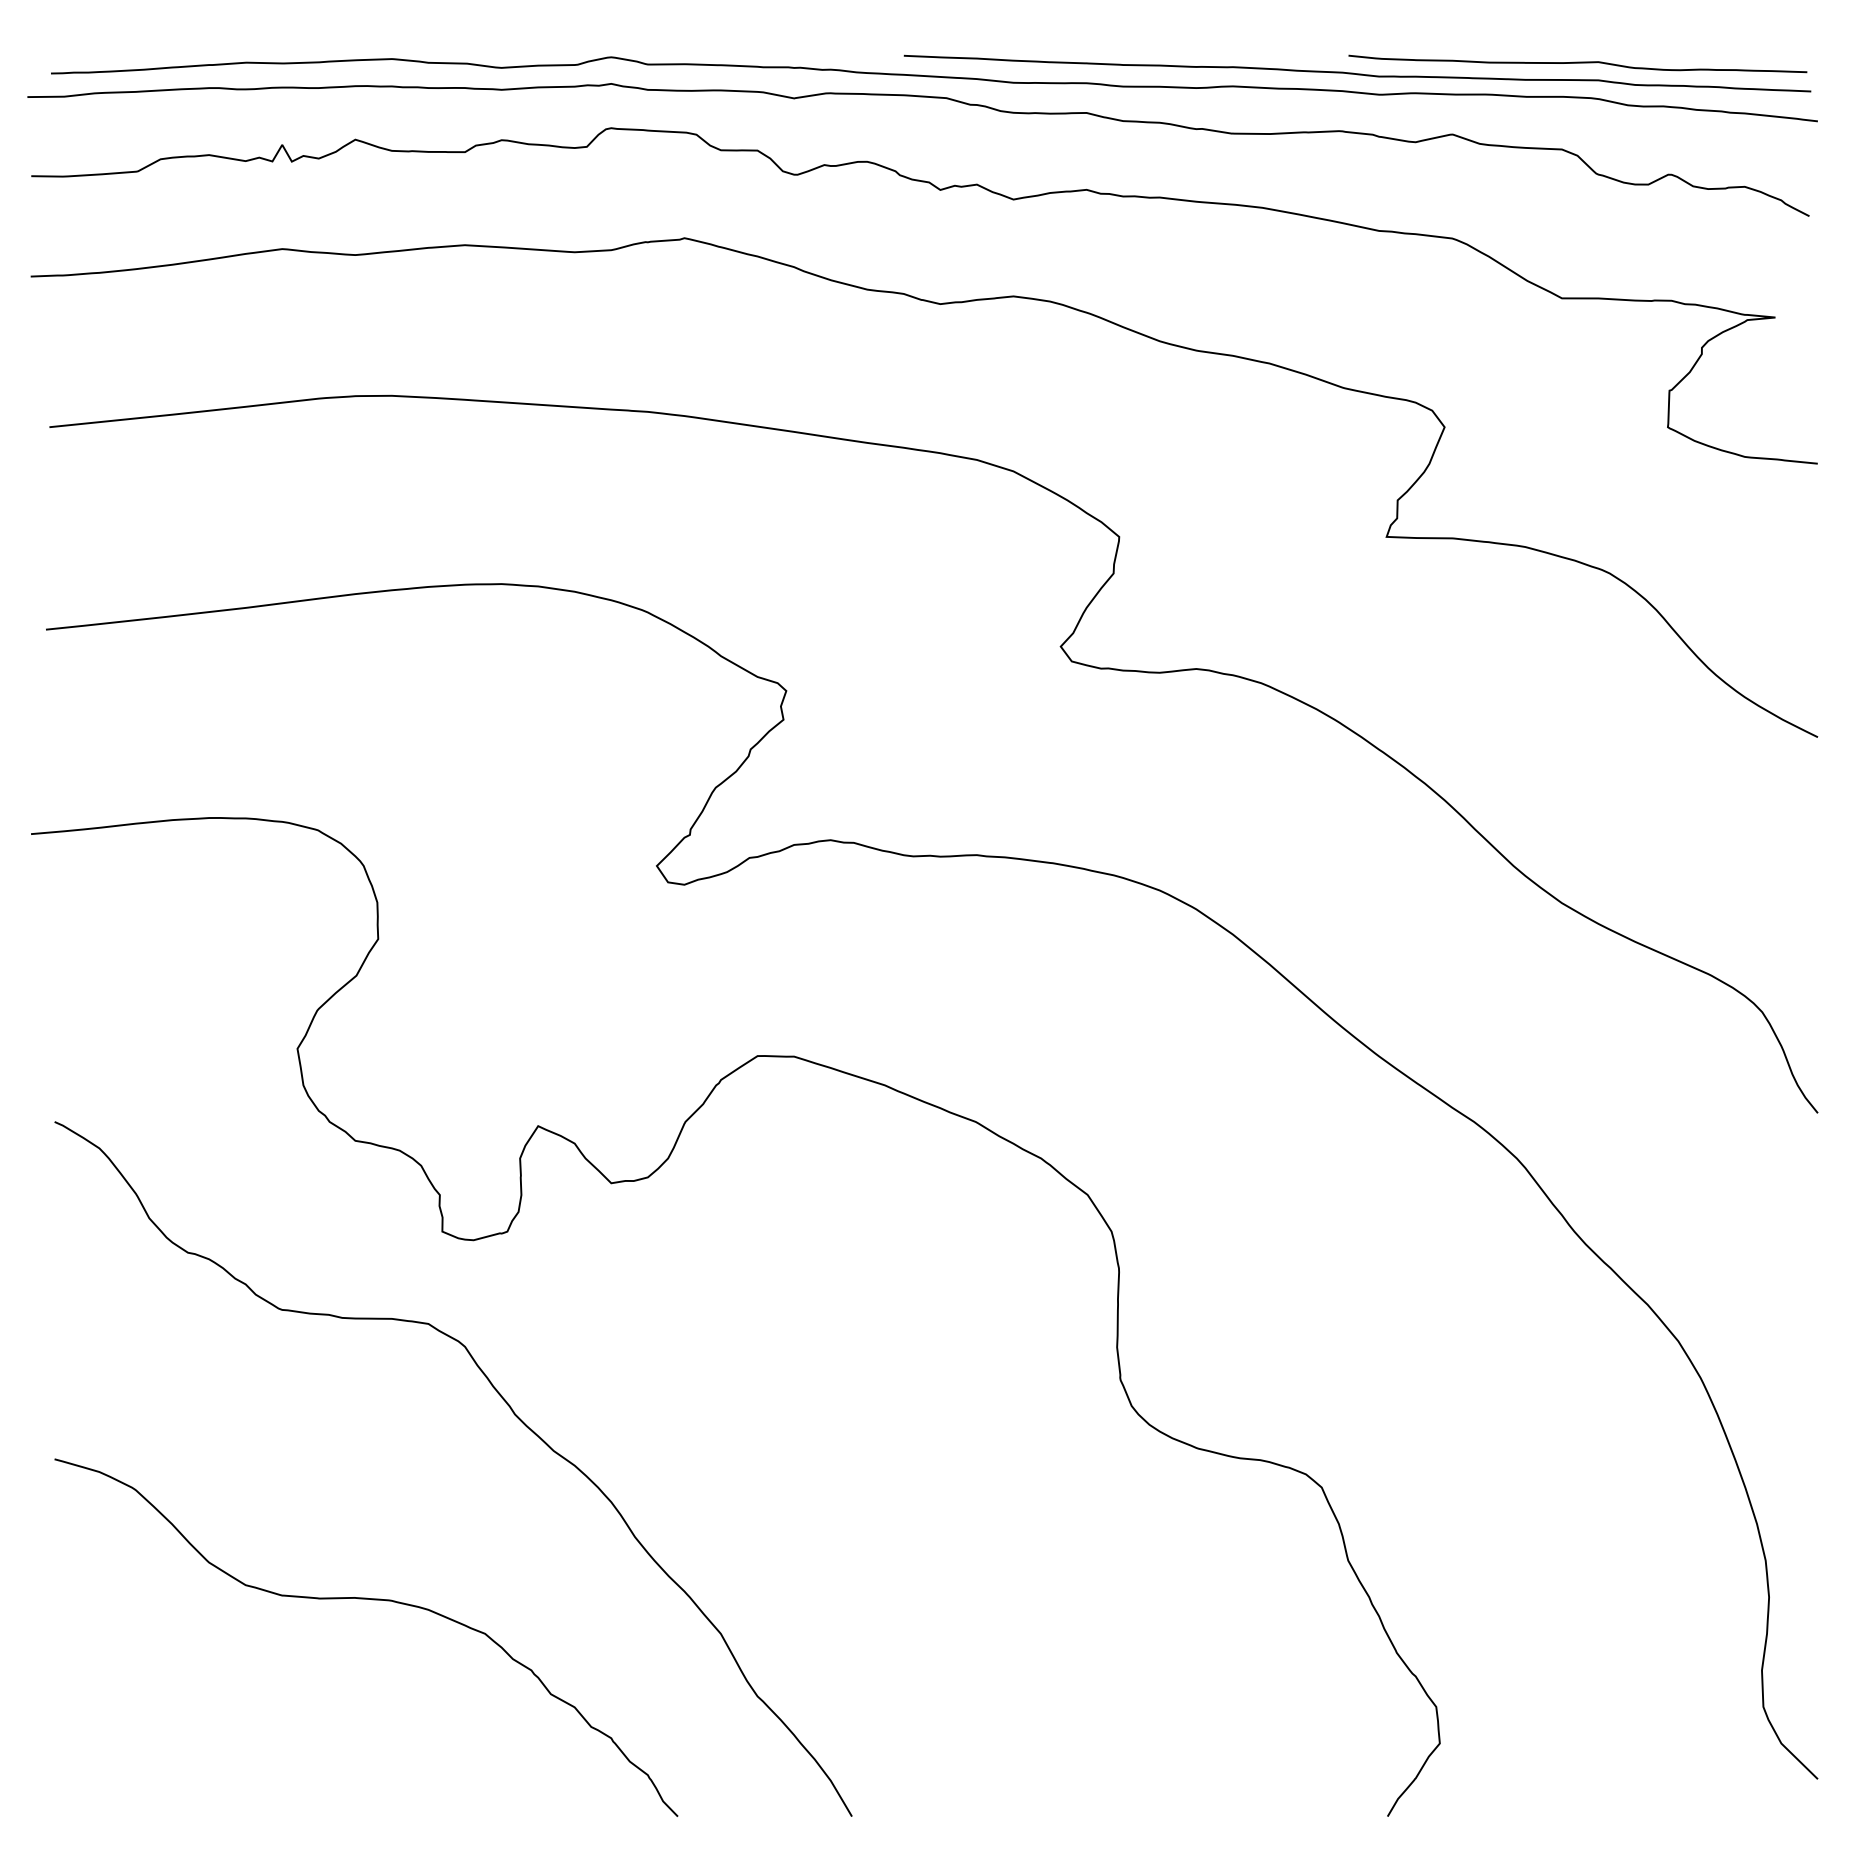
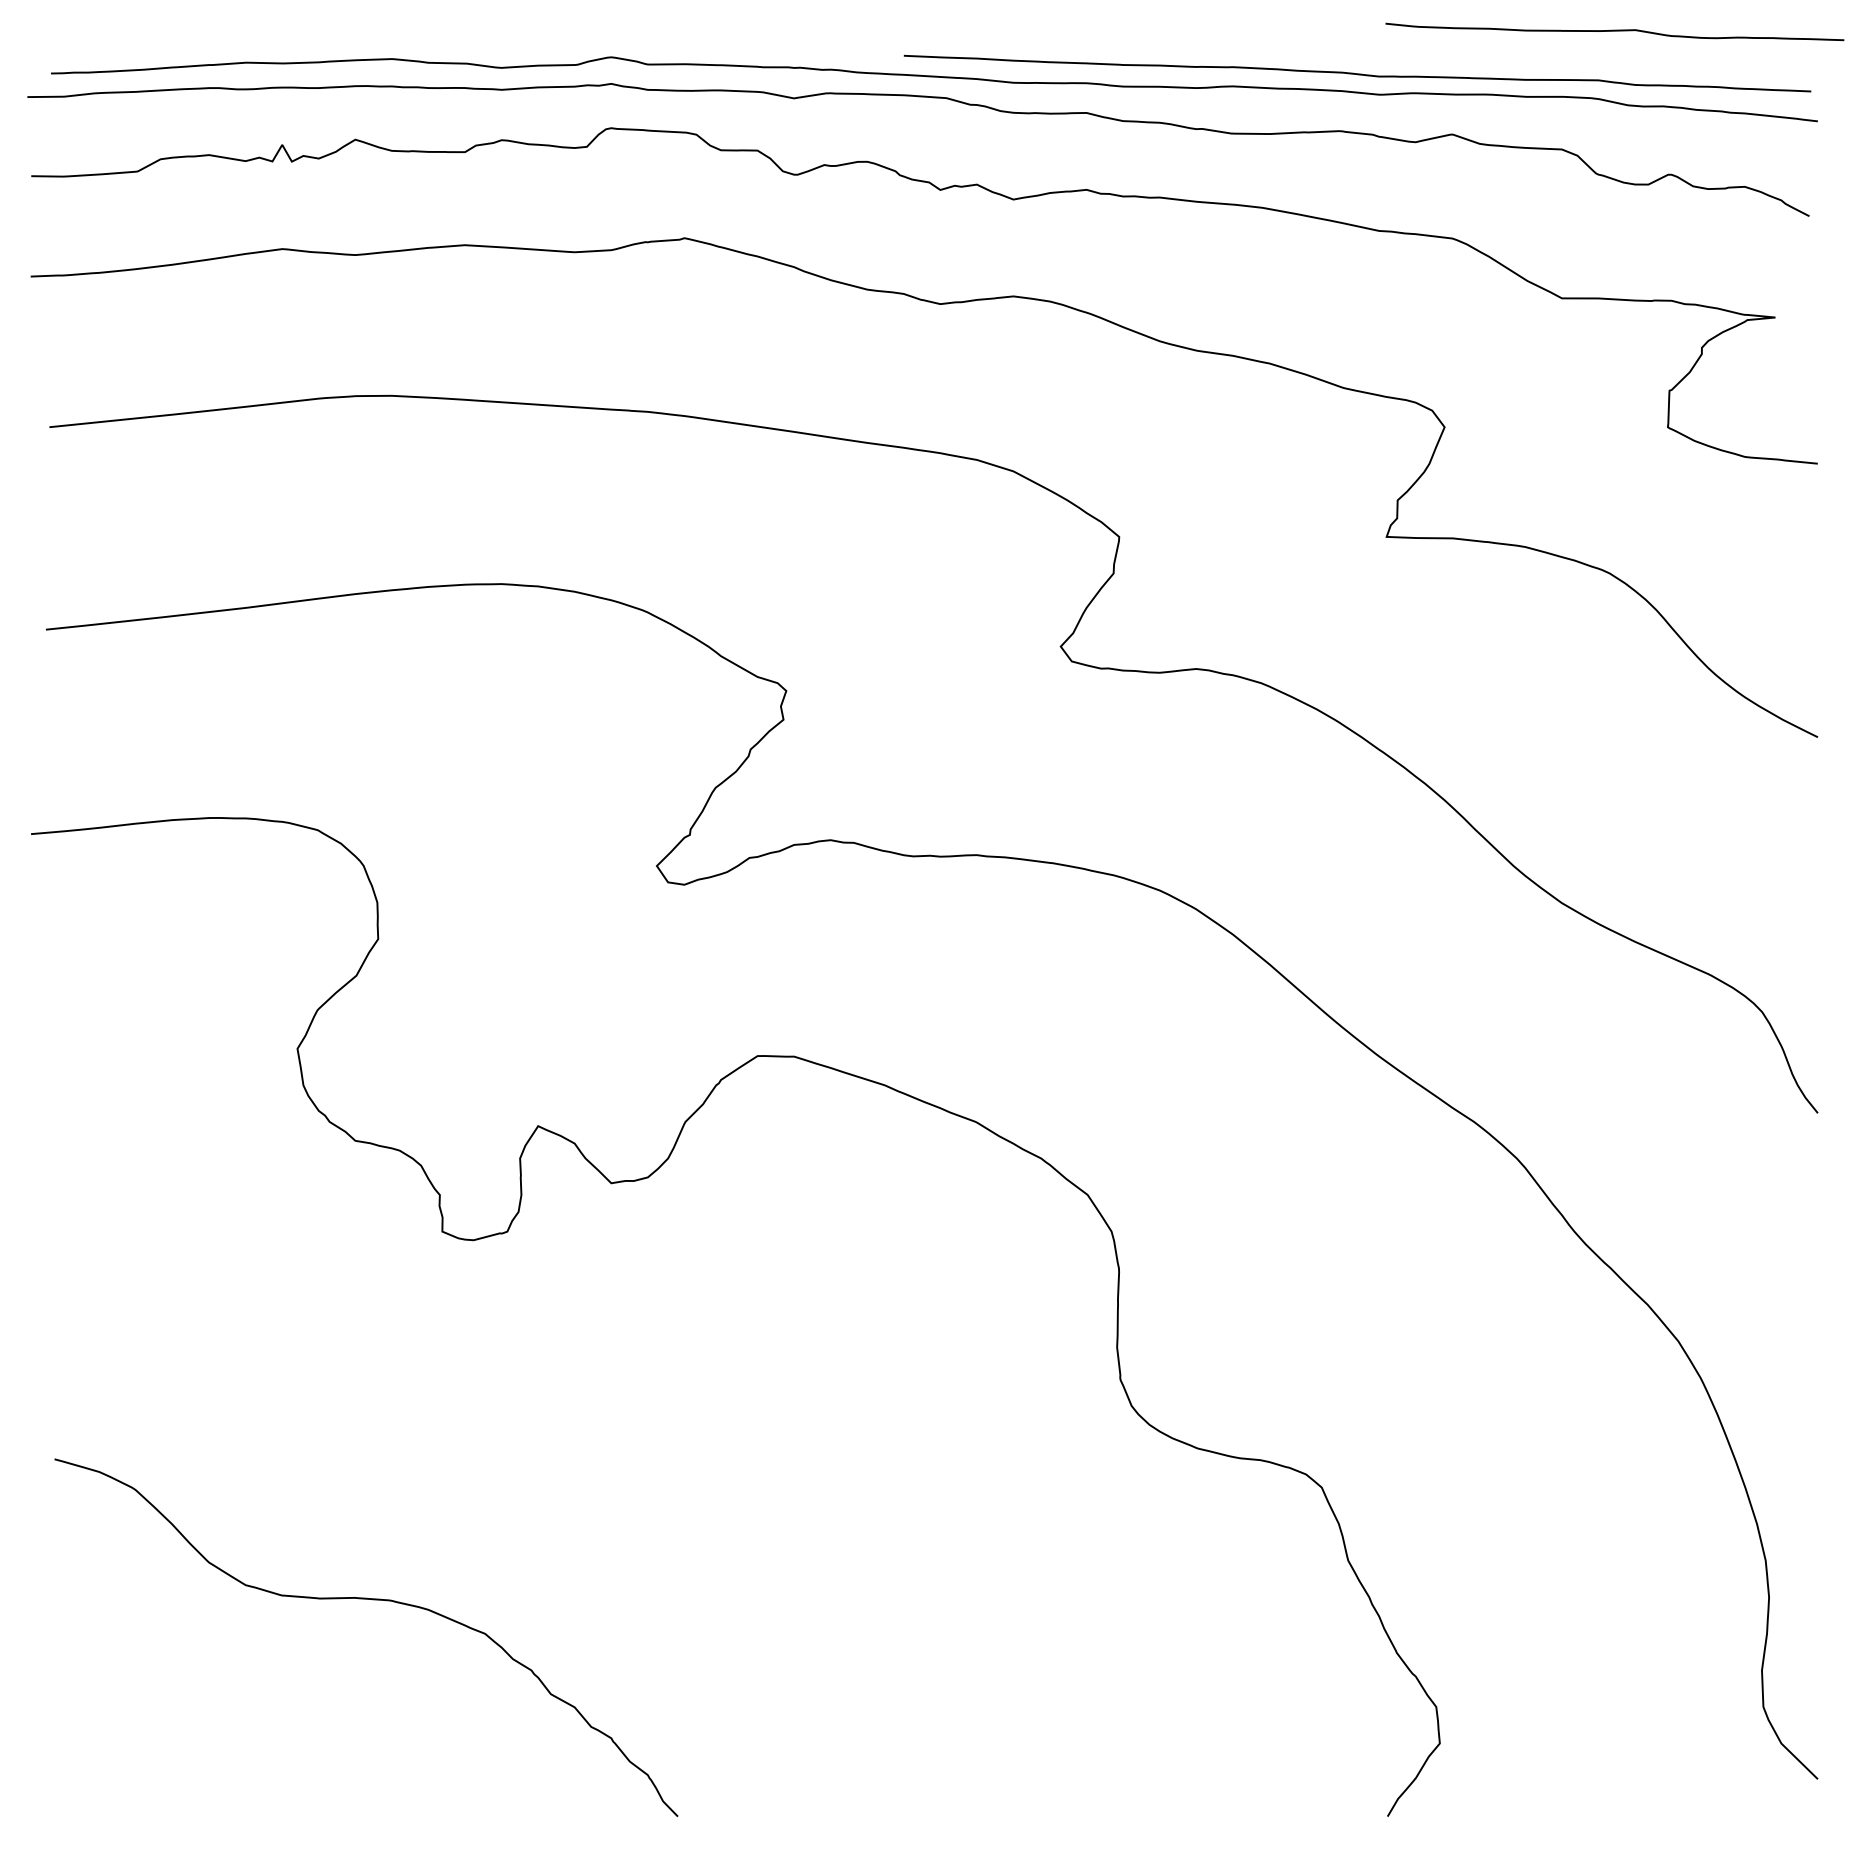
curve at (1577, 63) position: (1577, 63) -> (1614, 31)
curve at (513, 1414): present -> none
